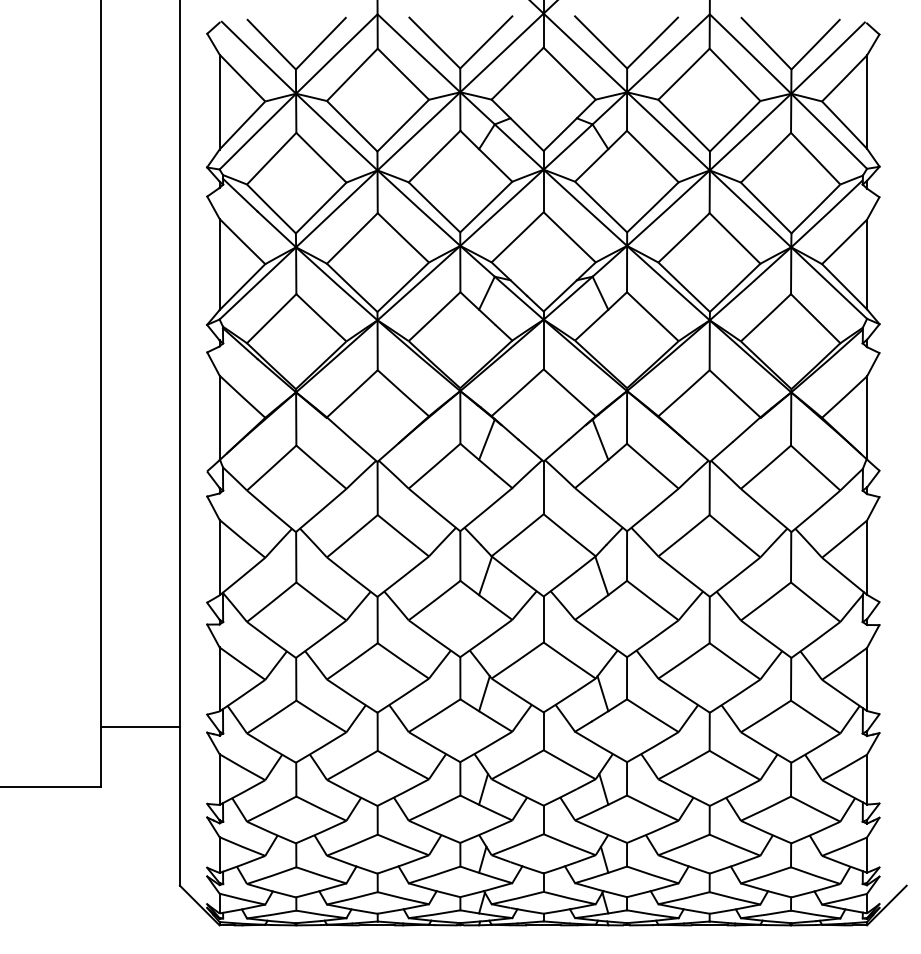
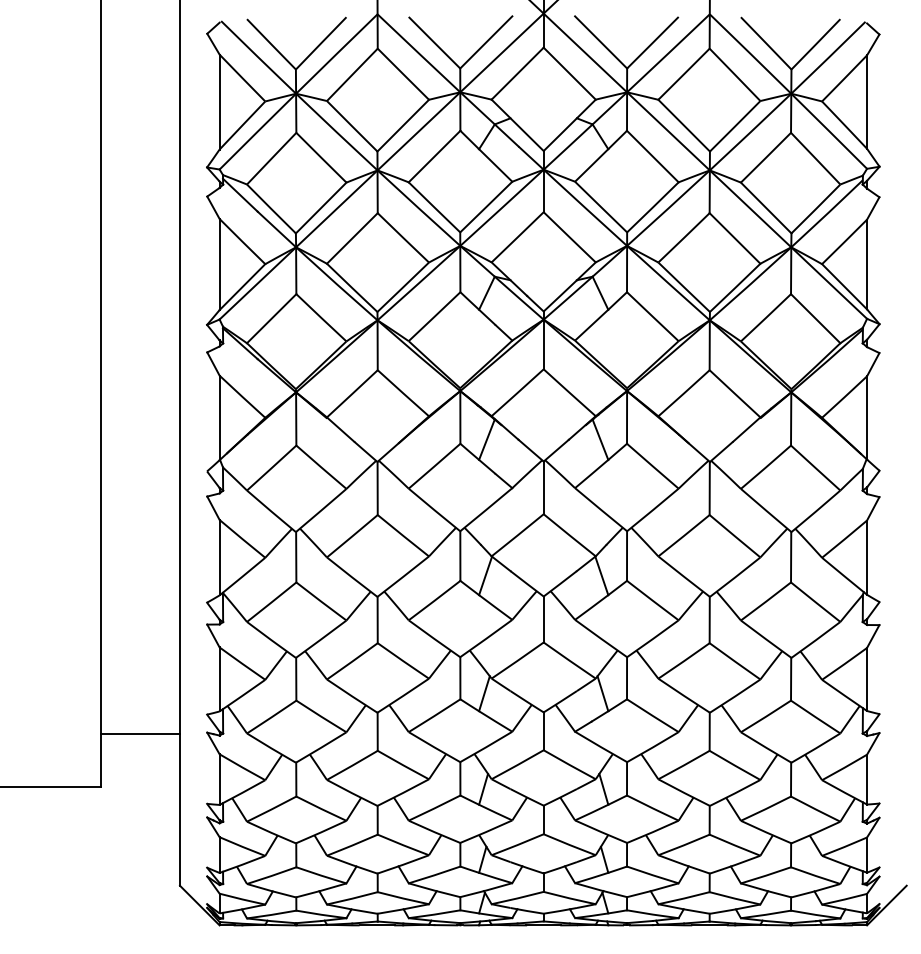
line at (139, 727) position: (139, 727) -> (139, 734)
